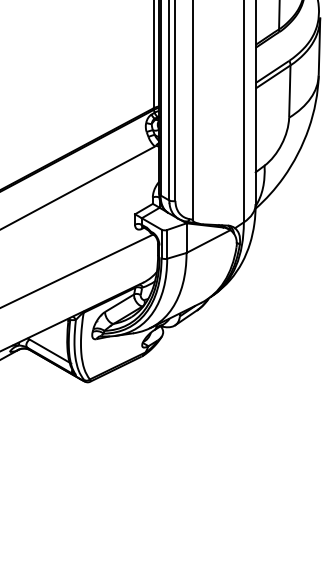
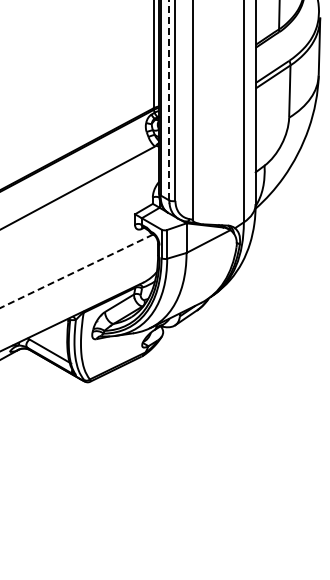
line at (169, 100): solid -> dashed
line at (76, 271): solid -> dashed
